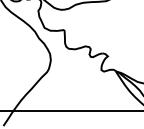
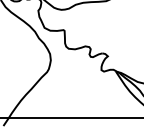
line at (71, 111) position: (71, 111) -> (71, 118)
